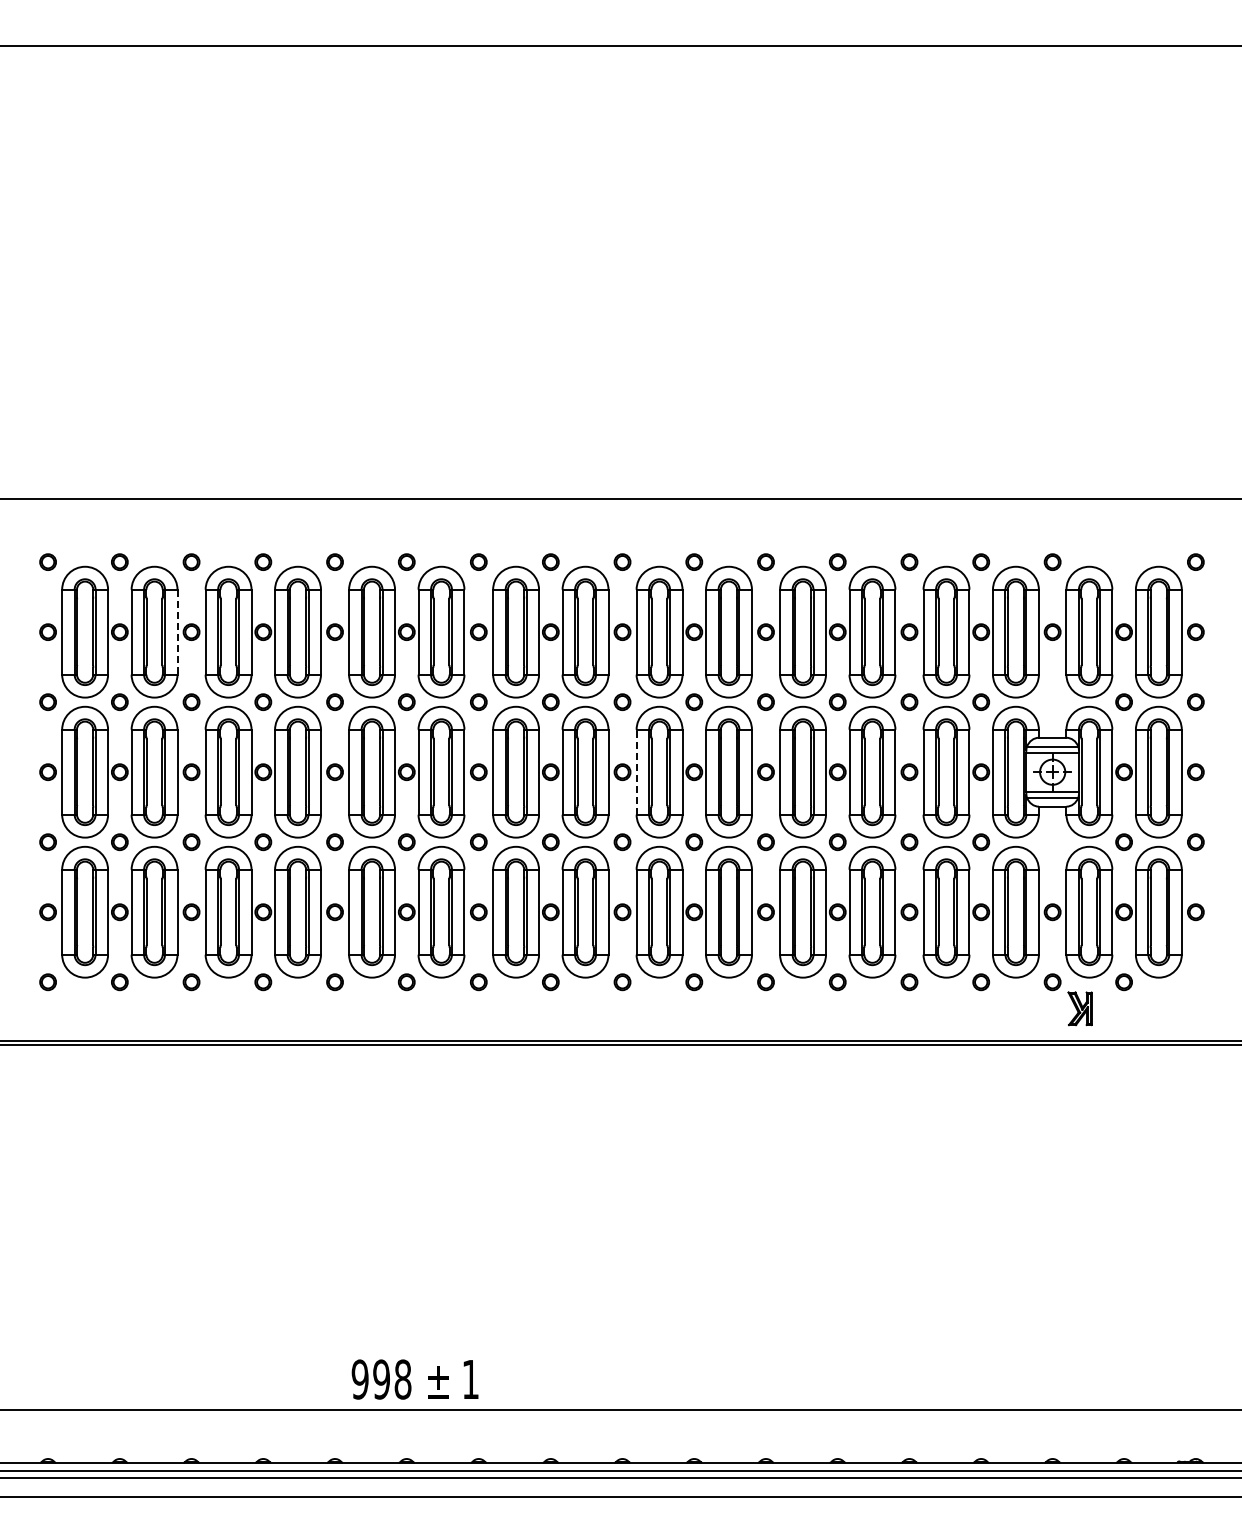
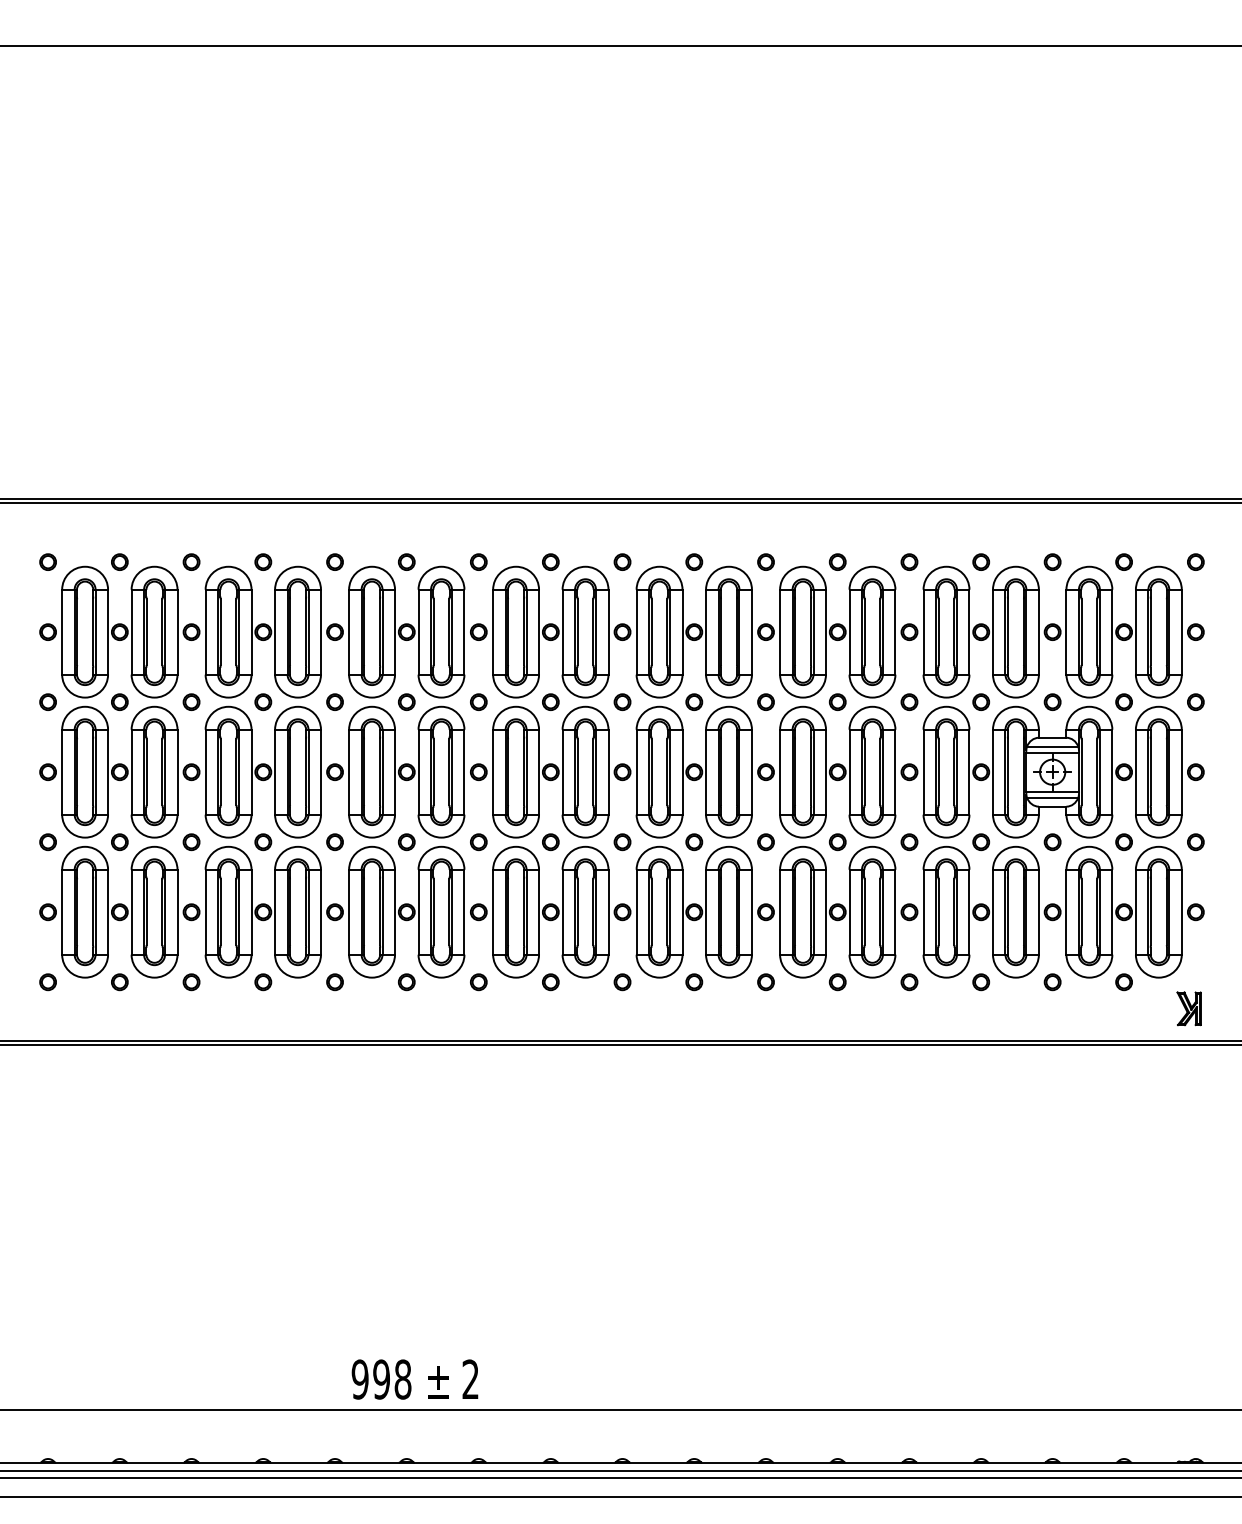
line at (620, 503): none -> present
part at (1123, 561): none -> present
line at (177, 632): dashed -> solid
part at (1052, 701): none -> present
line at (636, 771): dashed -> solid
part at (1052, 842): none -> present
part at (1079, 1008) position: (1079, 1008) -> (1188, 1008)
text at (470, 1378): 1 -> 2
